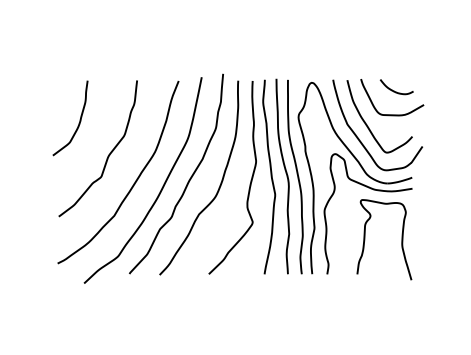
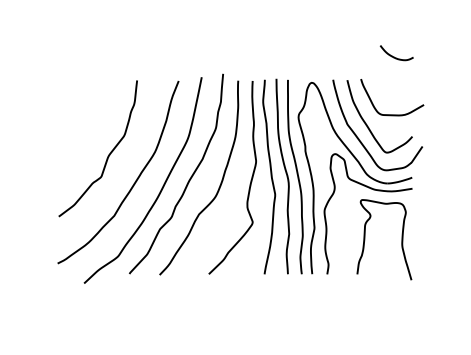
curve at (394, 90) position: (394, 90) -> (394, 56)
curve at (79, 119): present -> none
